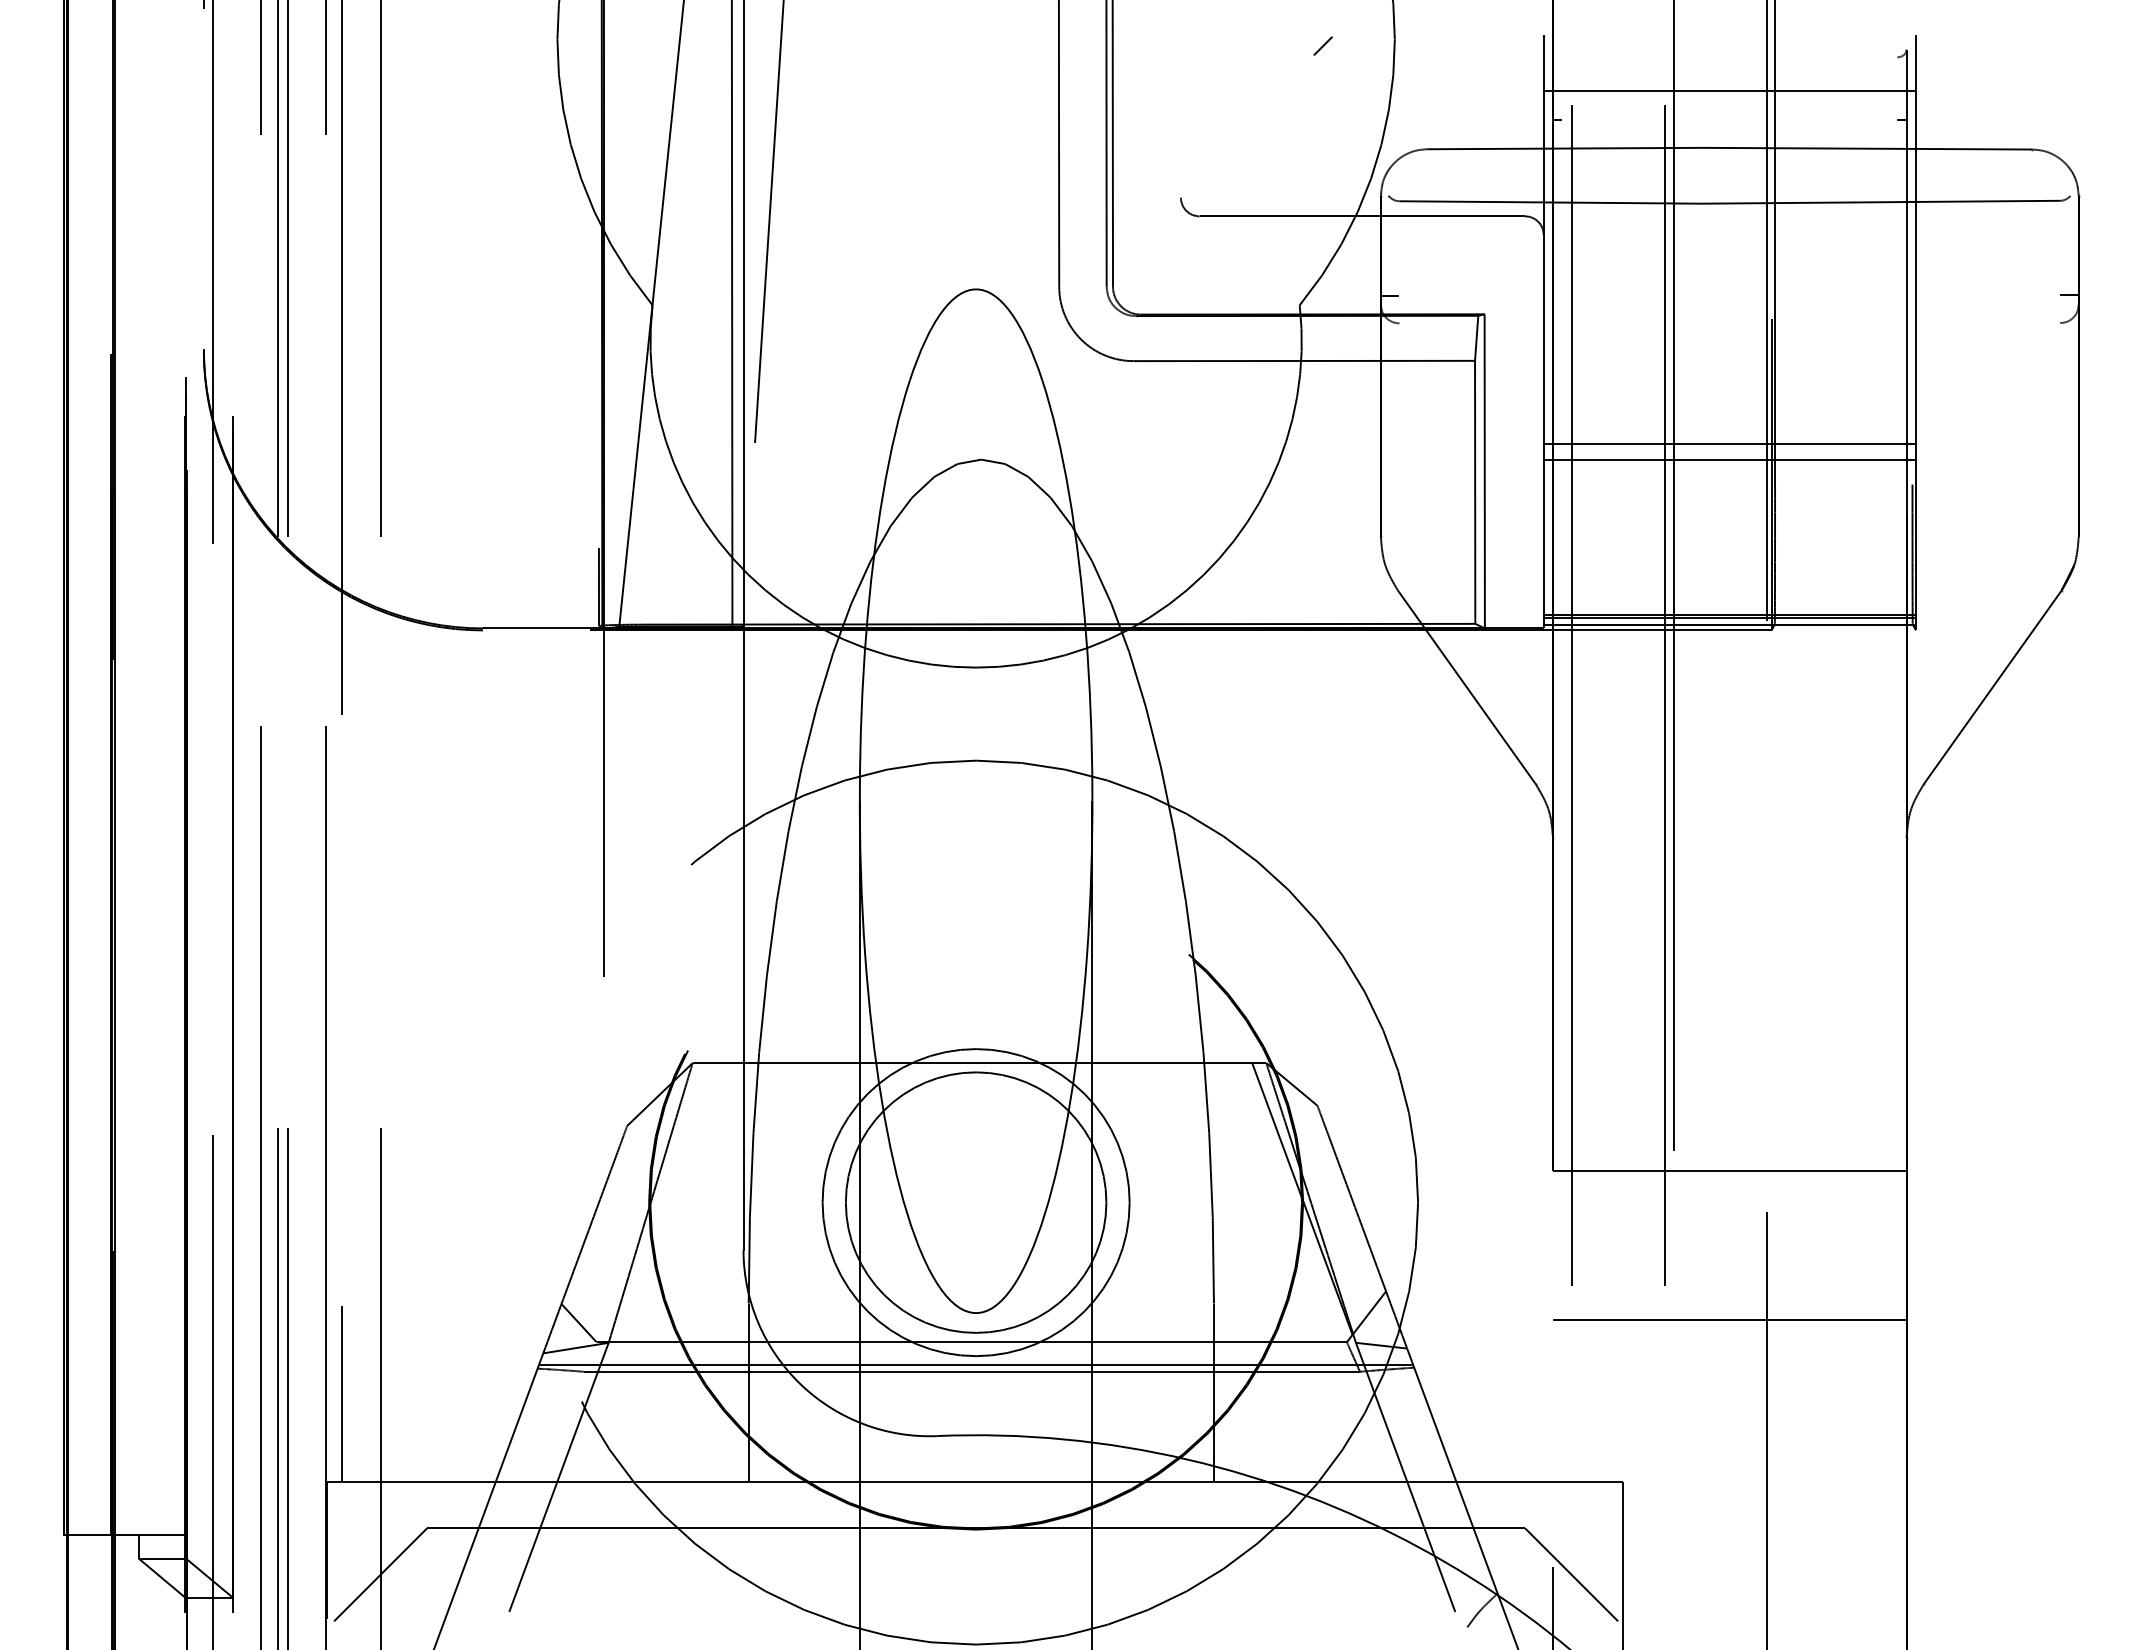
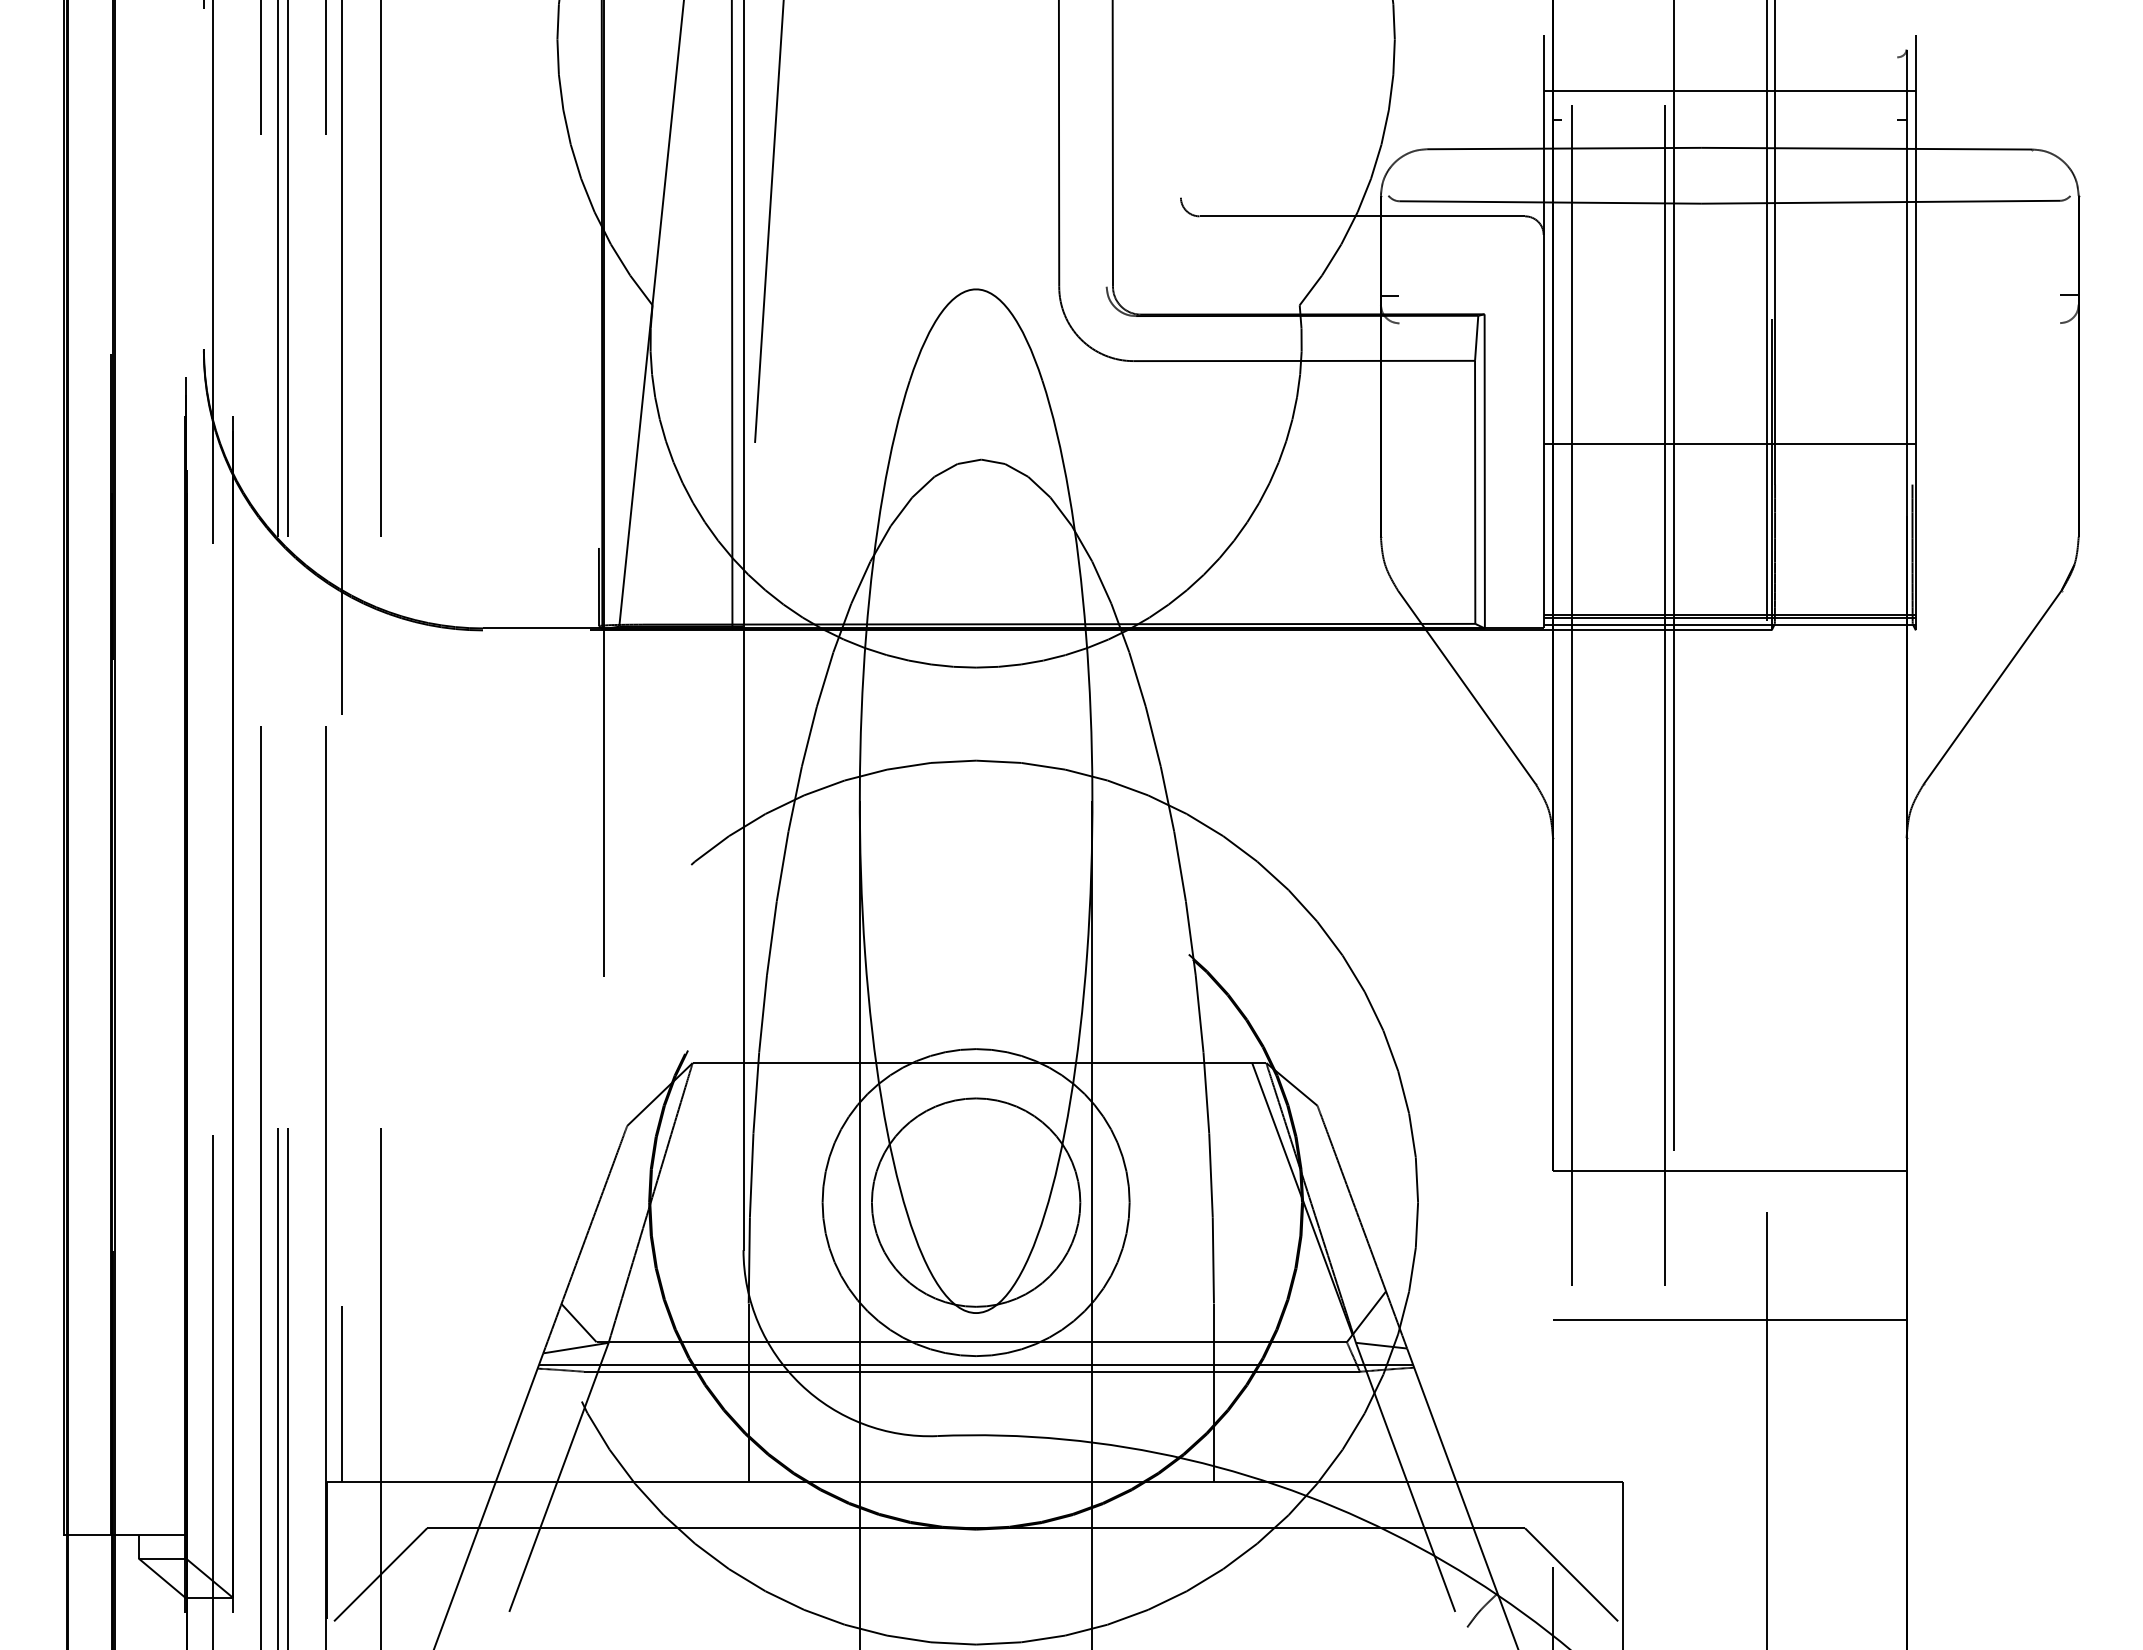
line at (1322, 45): present -> none
line at (1106, 144): present -> none
line at (1729, 460): present -> none
circle at (975, 1202) diameter: 261 px -> 208 px
